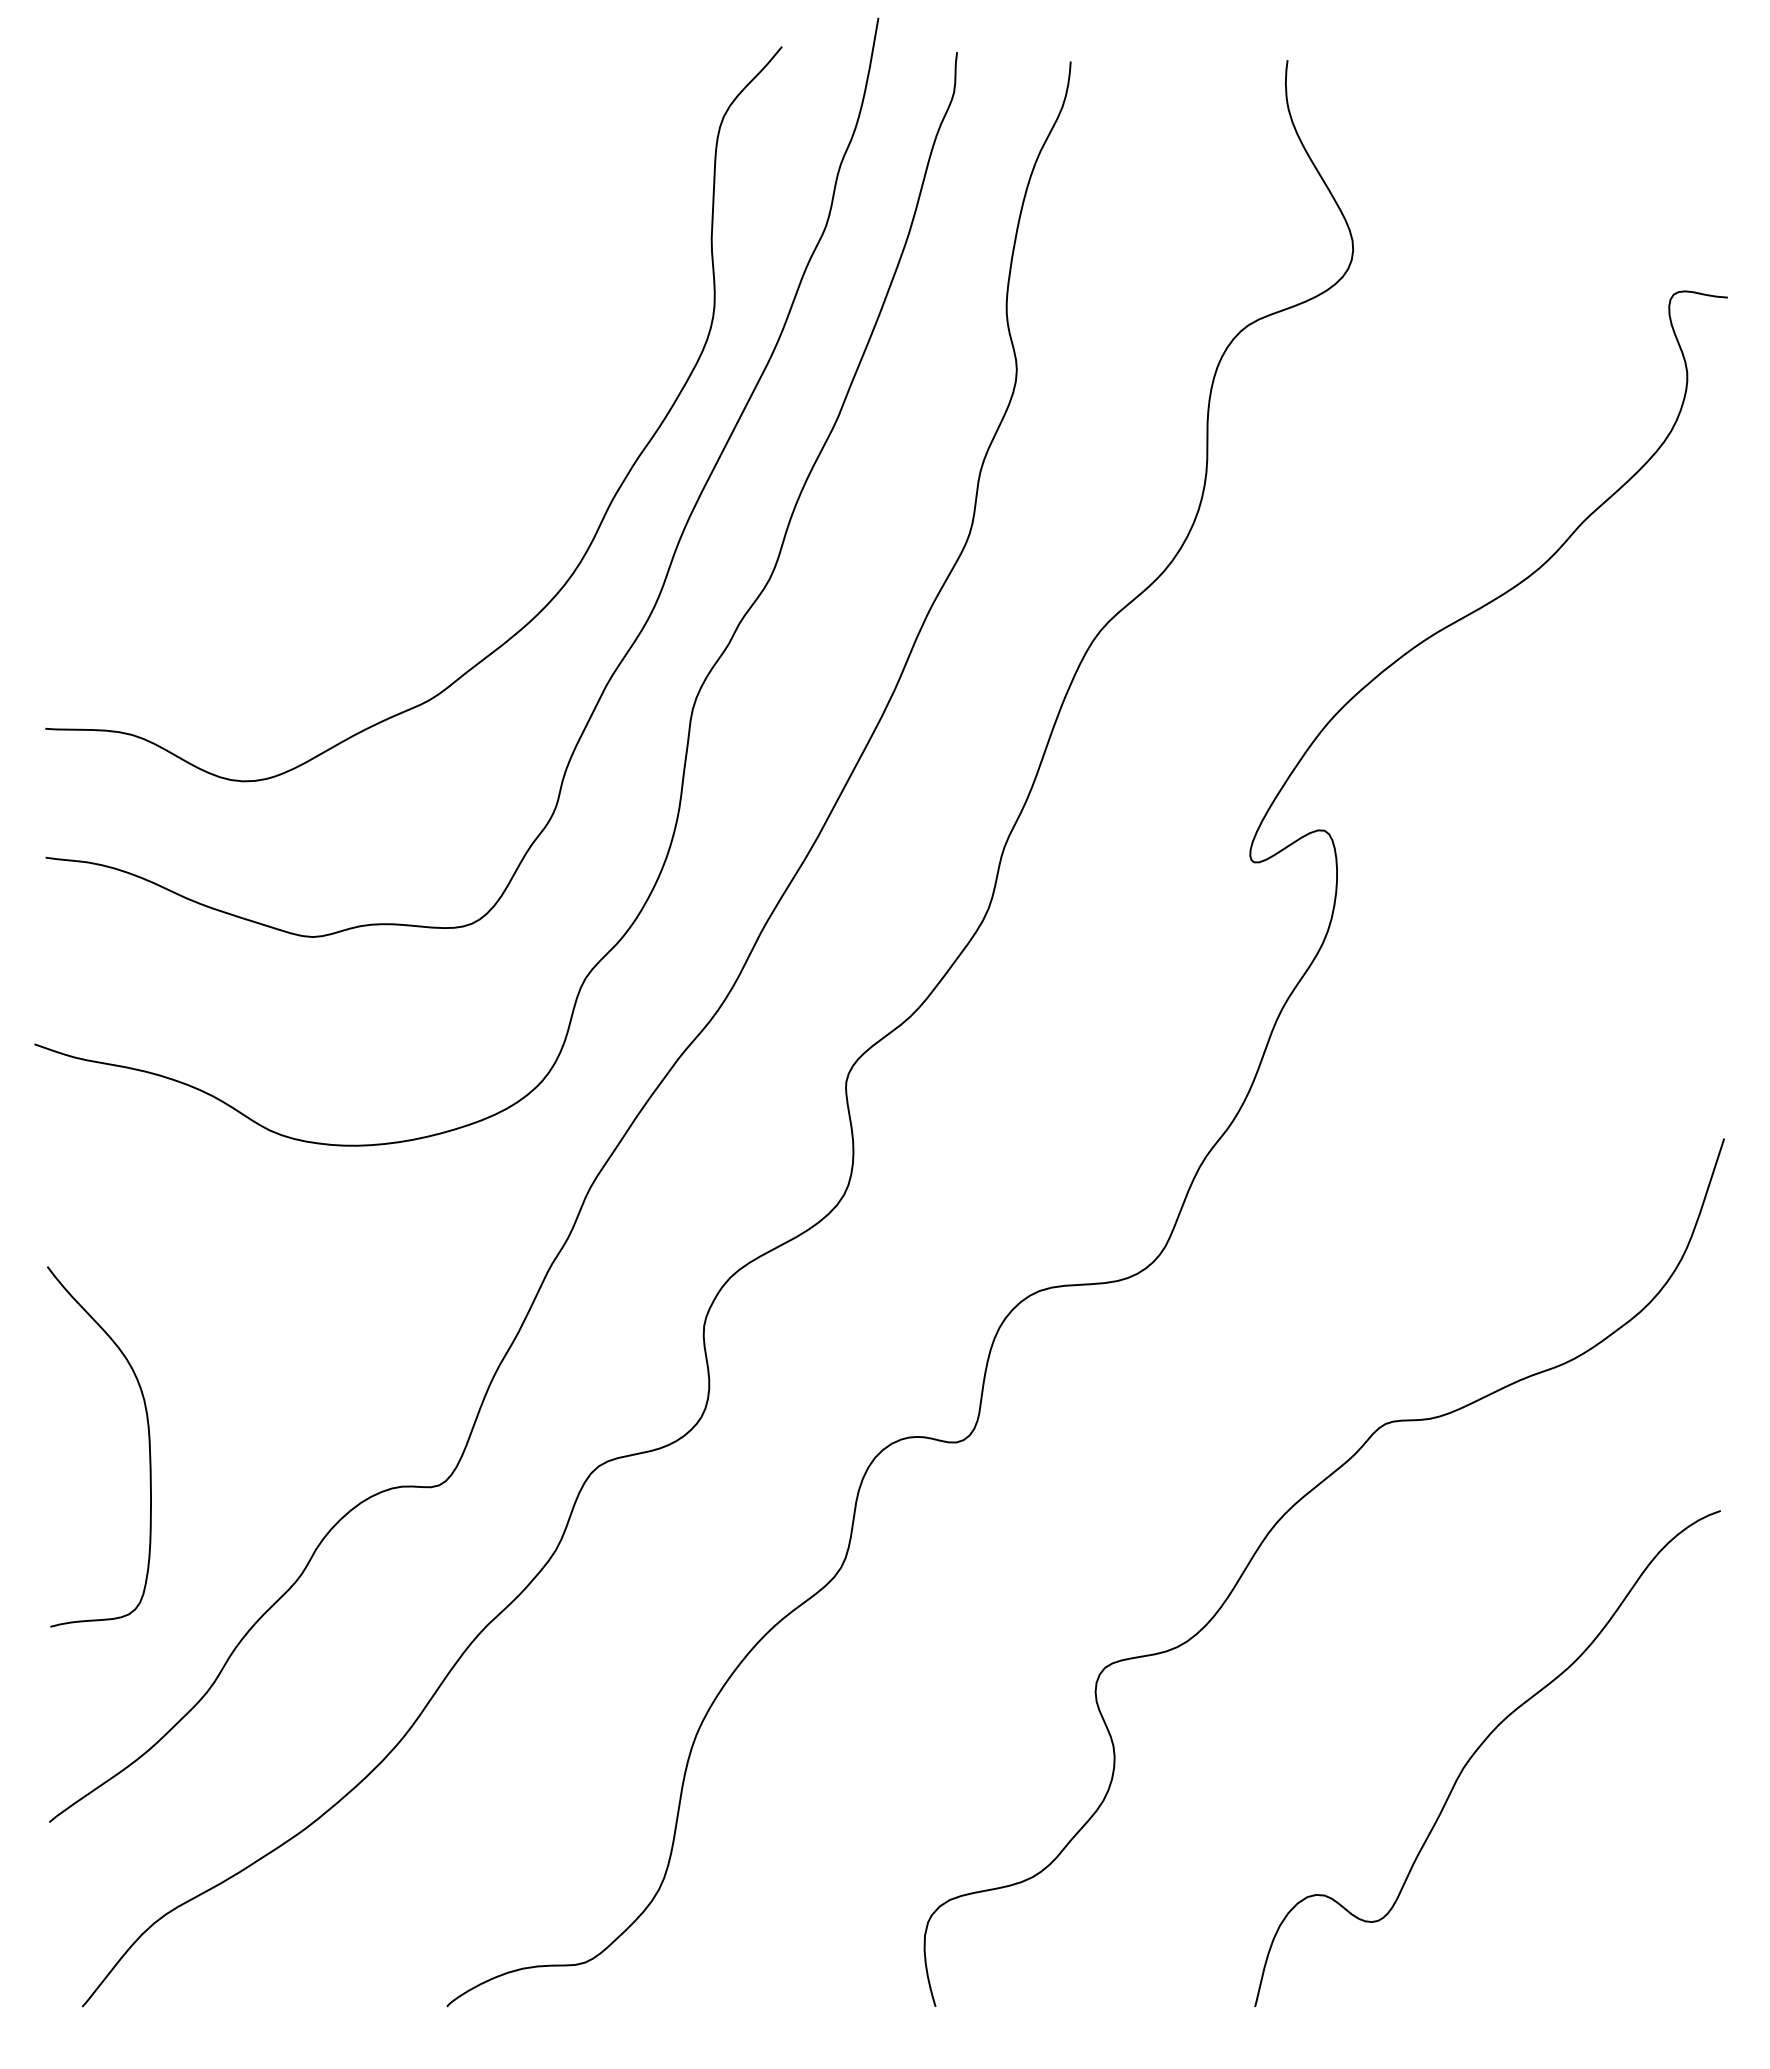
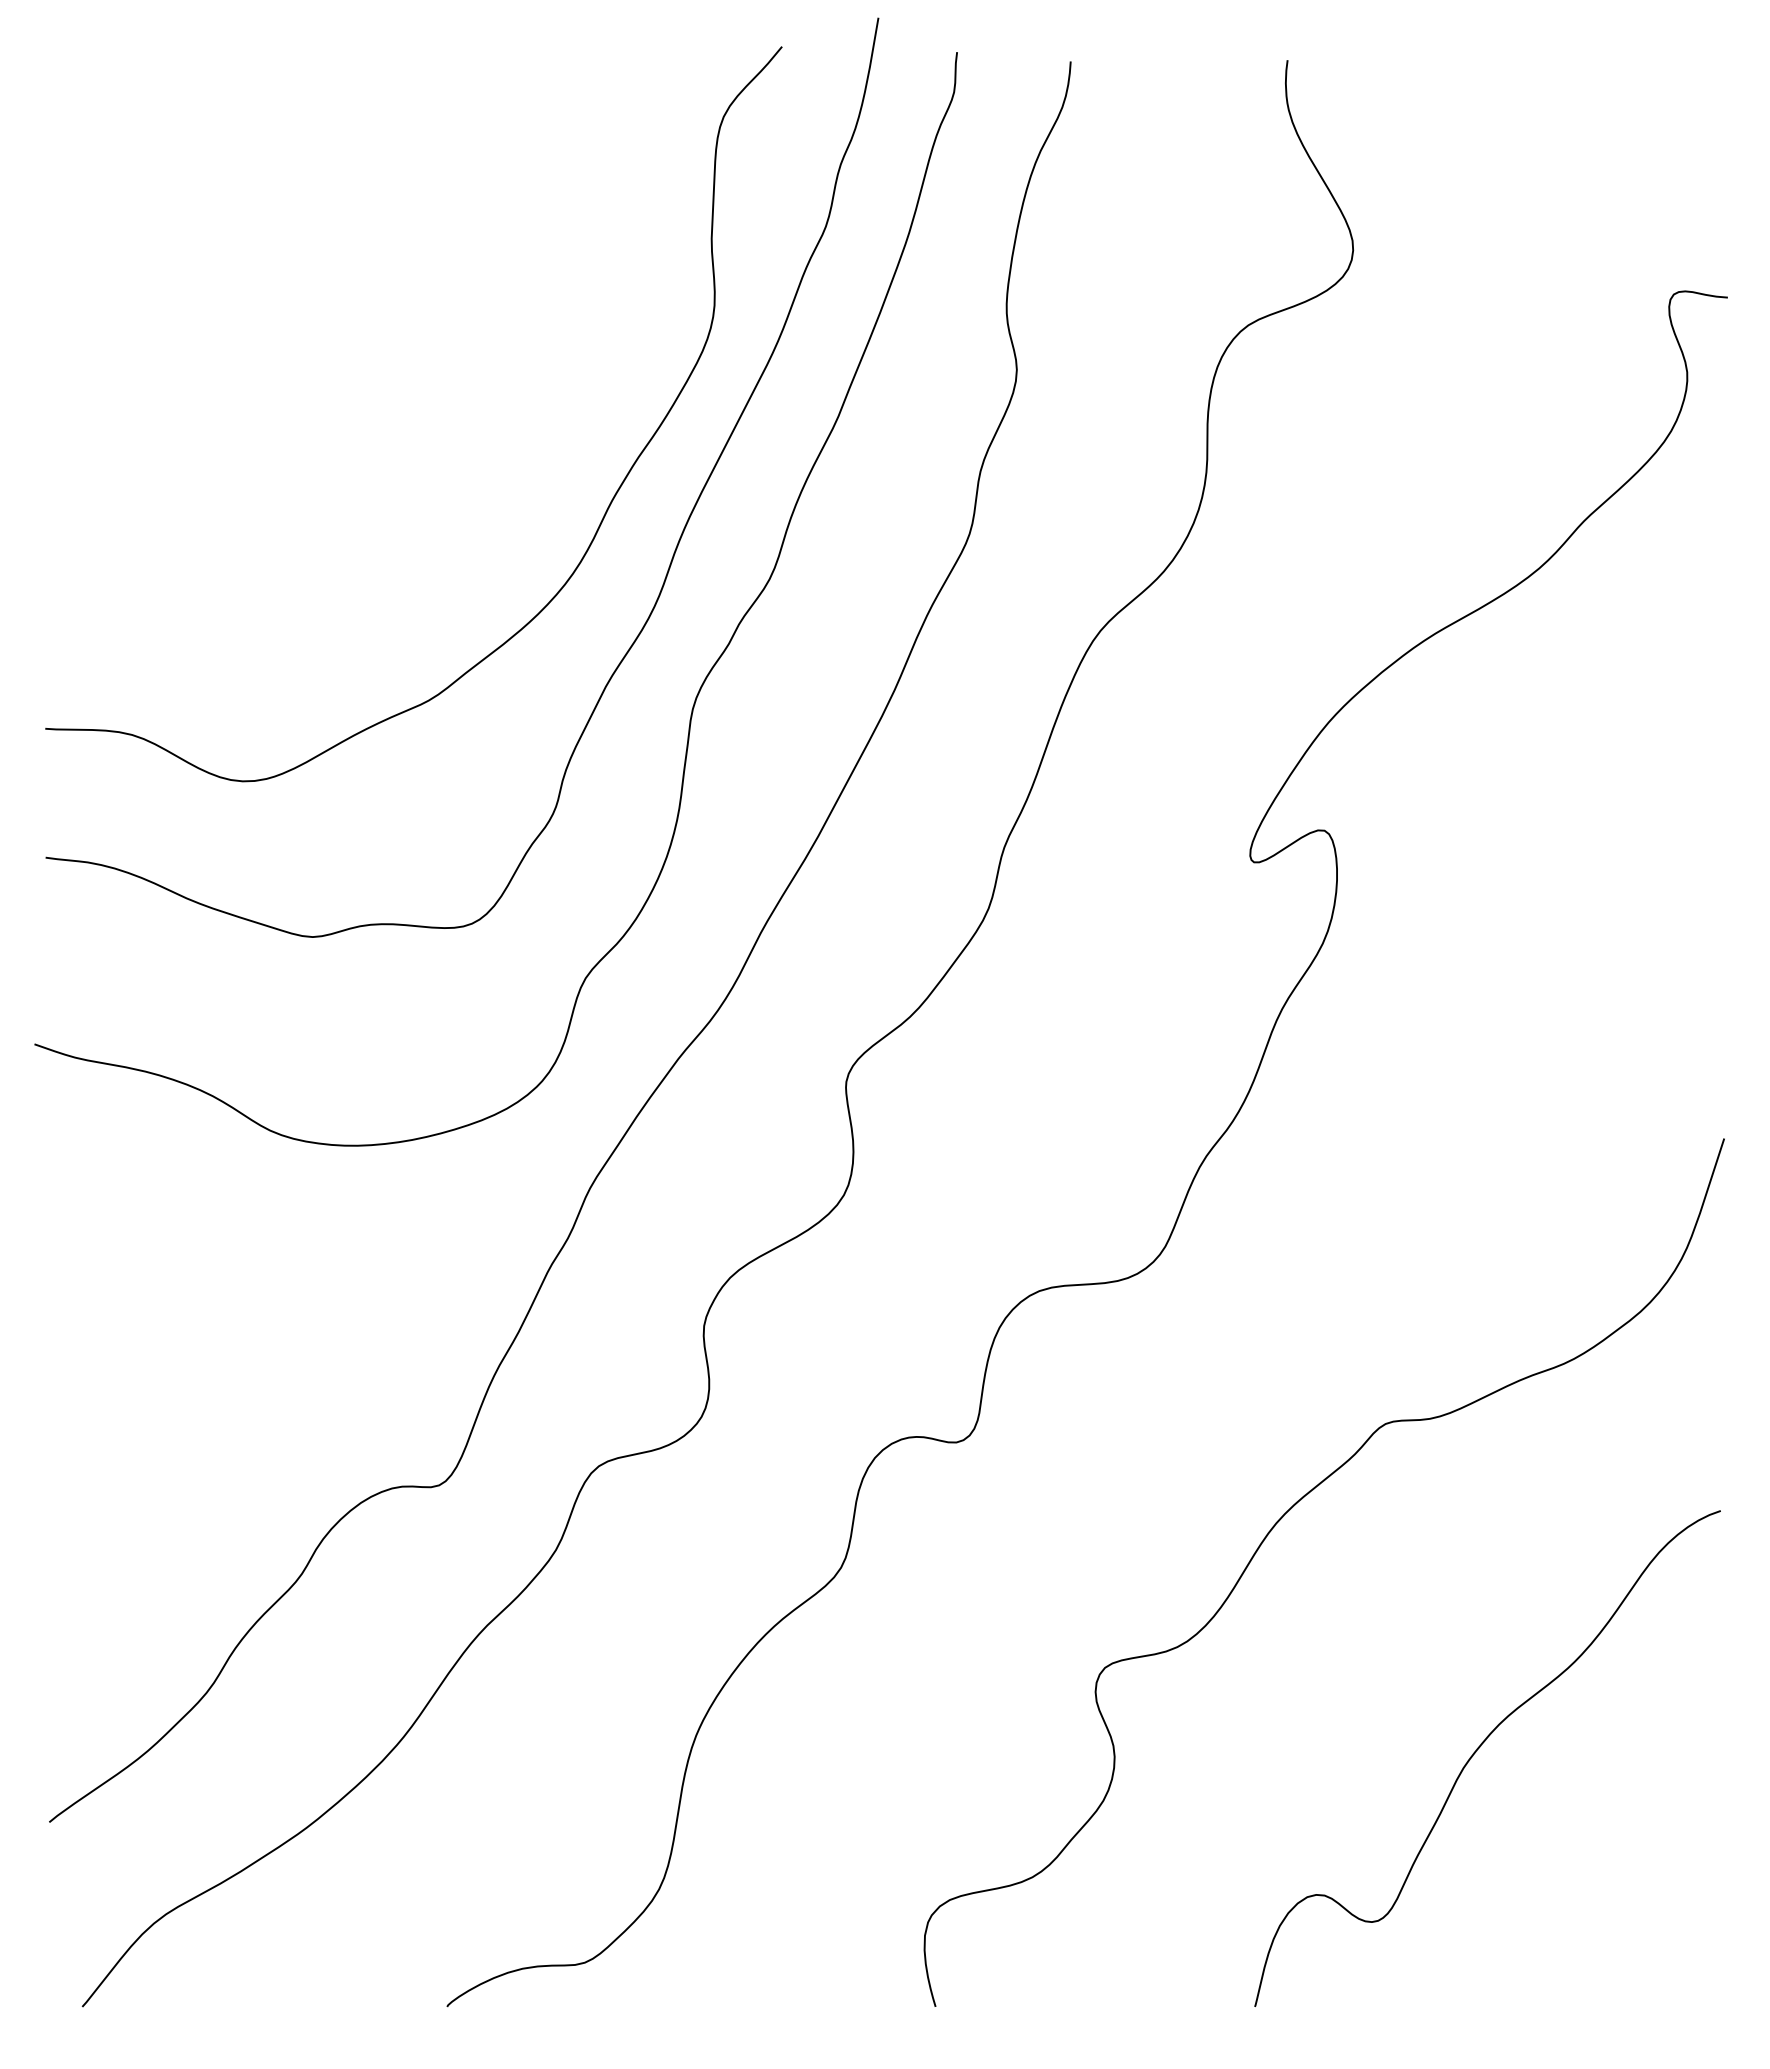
curve at (148, 1445): present -> none
